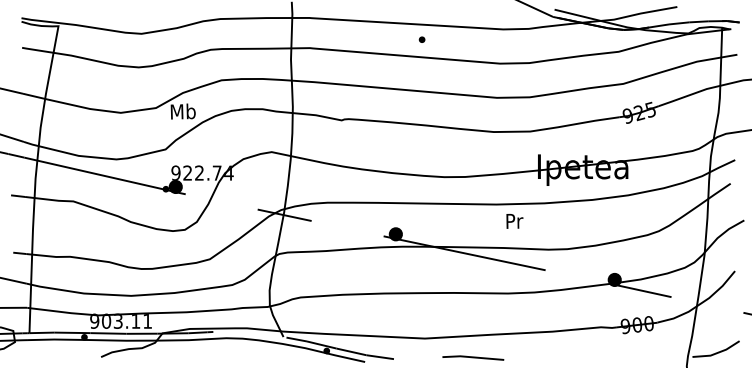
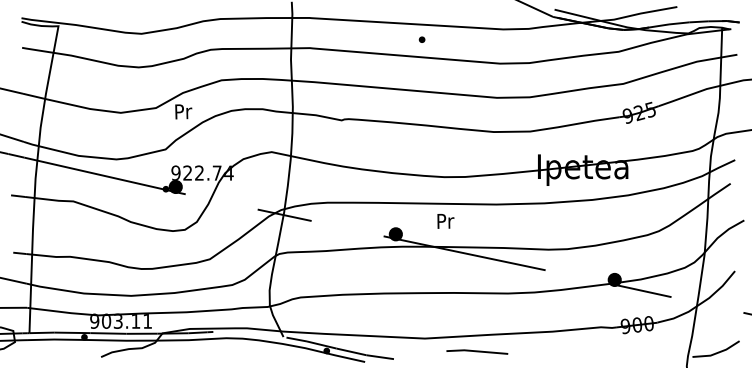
text at (182, 111): Mb -> Pr
text at (514, 221) position: (514, 221) -> (445, 221)
line at (473, 357) position: (473, 357) -> (477, 351)
